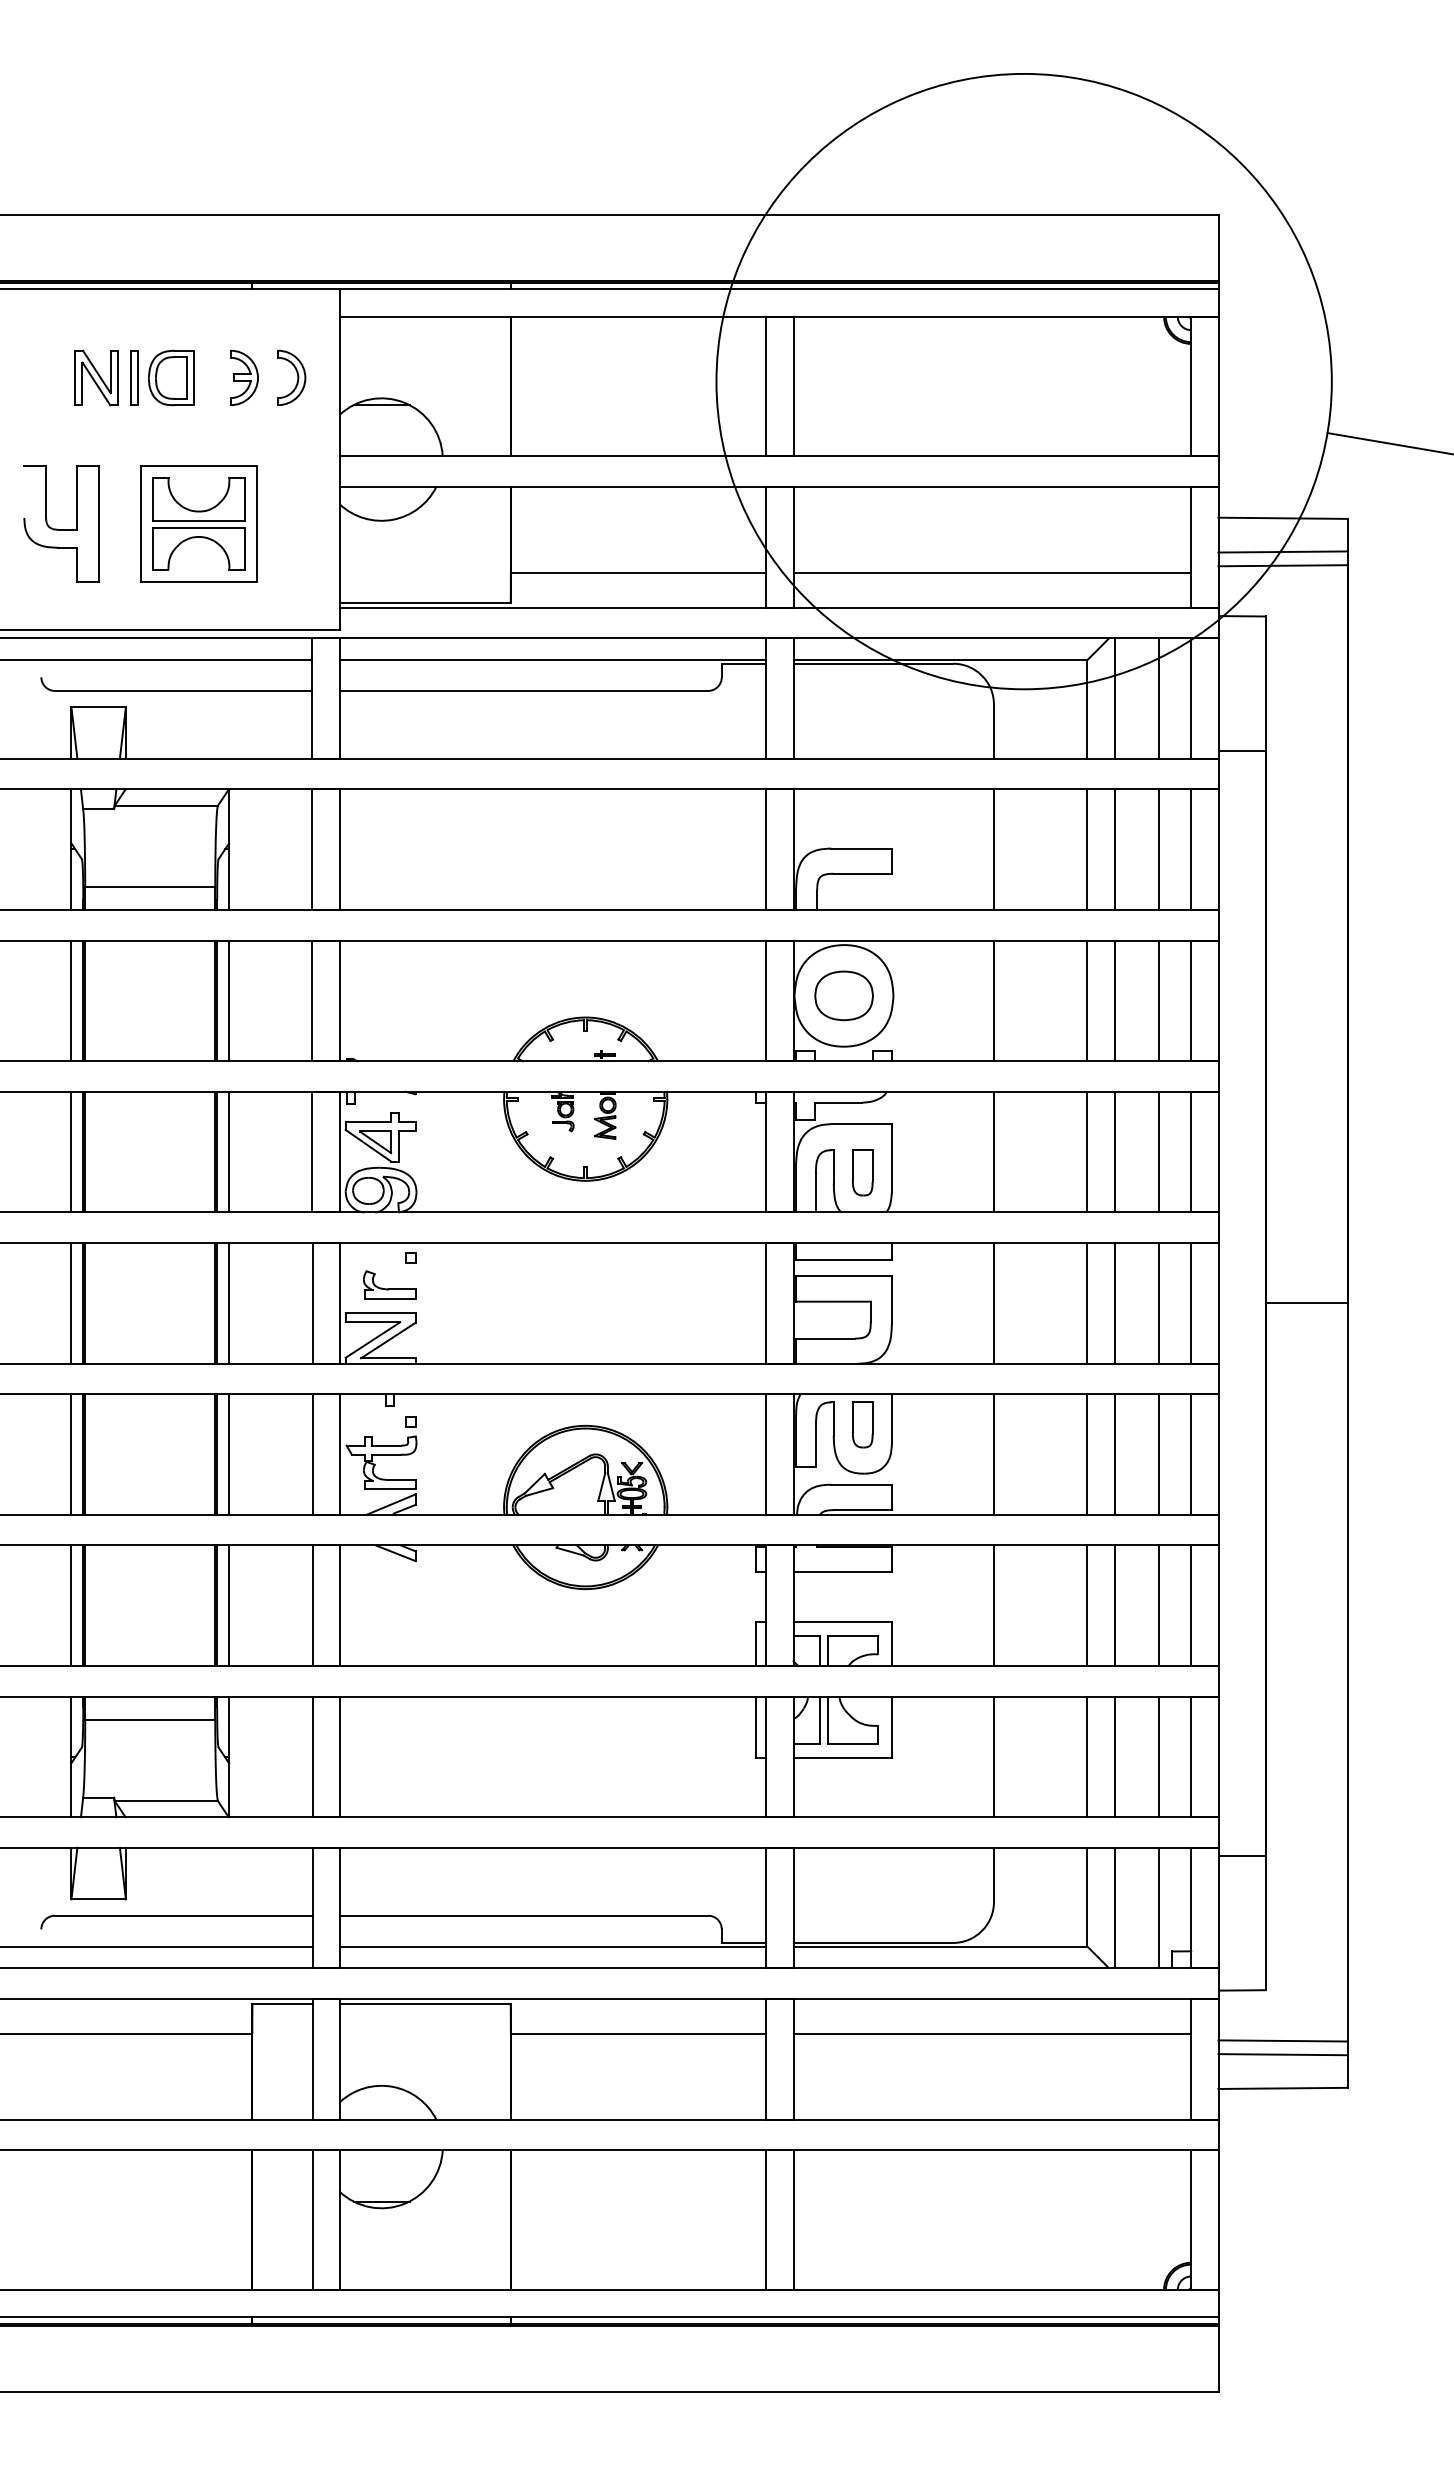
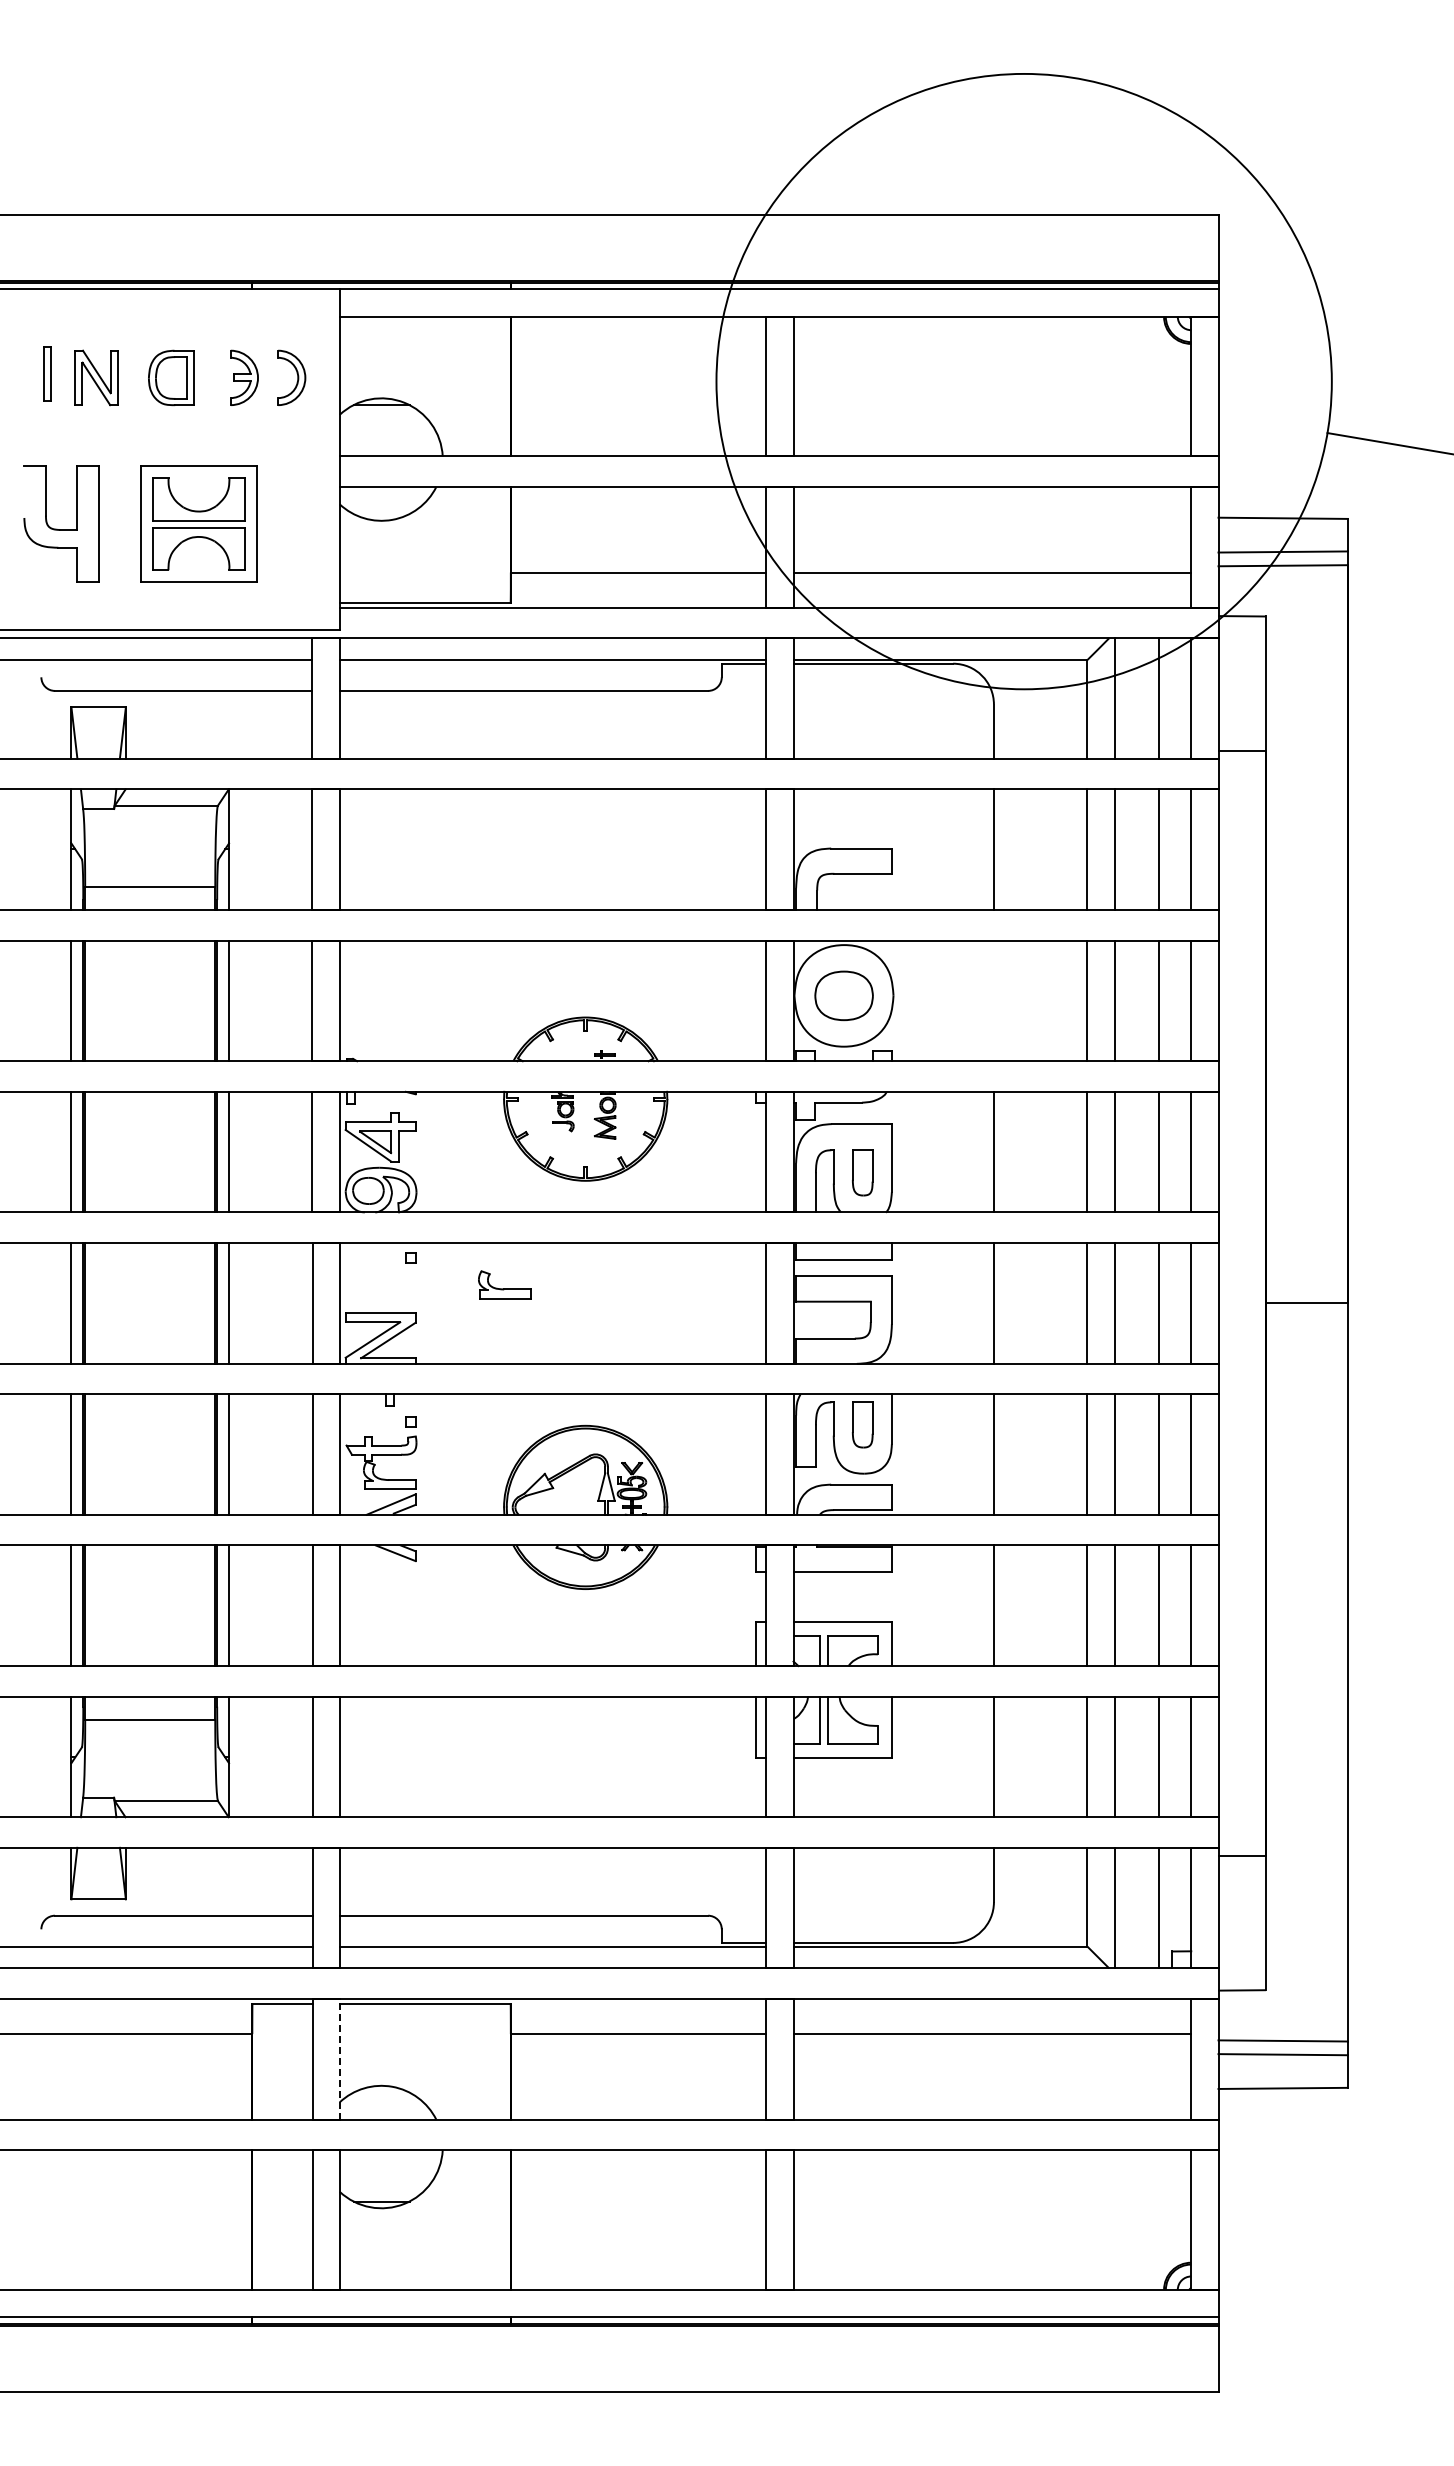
part at (134, 377) position: (134, 377) -> (47, 373)
line at (993, 1000): present -> none
part at (389, 1284) position: (389, 1284) -> (504, 1284)
line at (339, 2058): solid -> dashed
